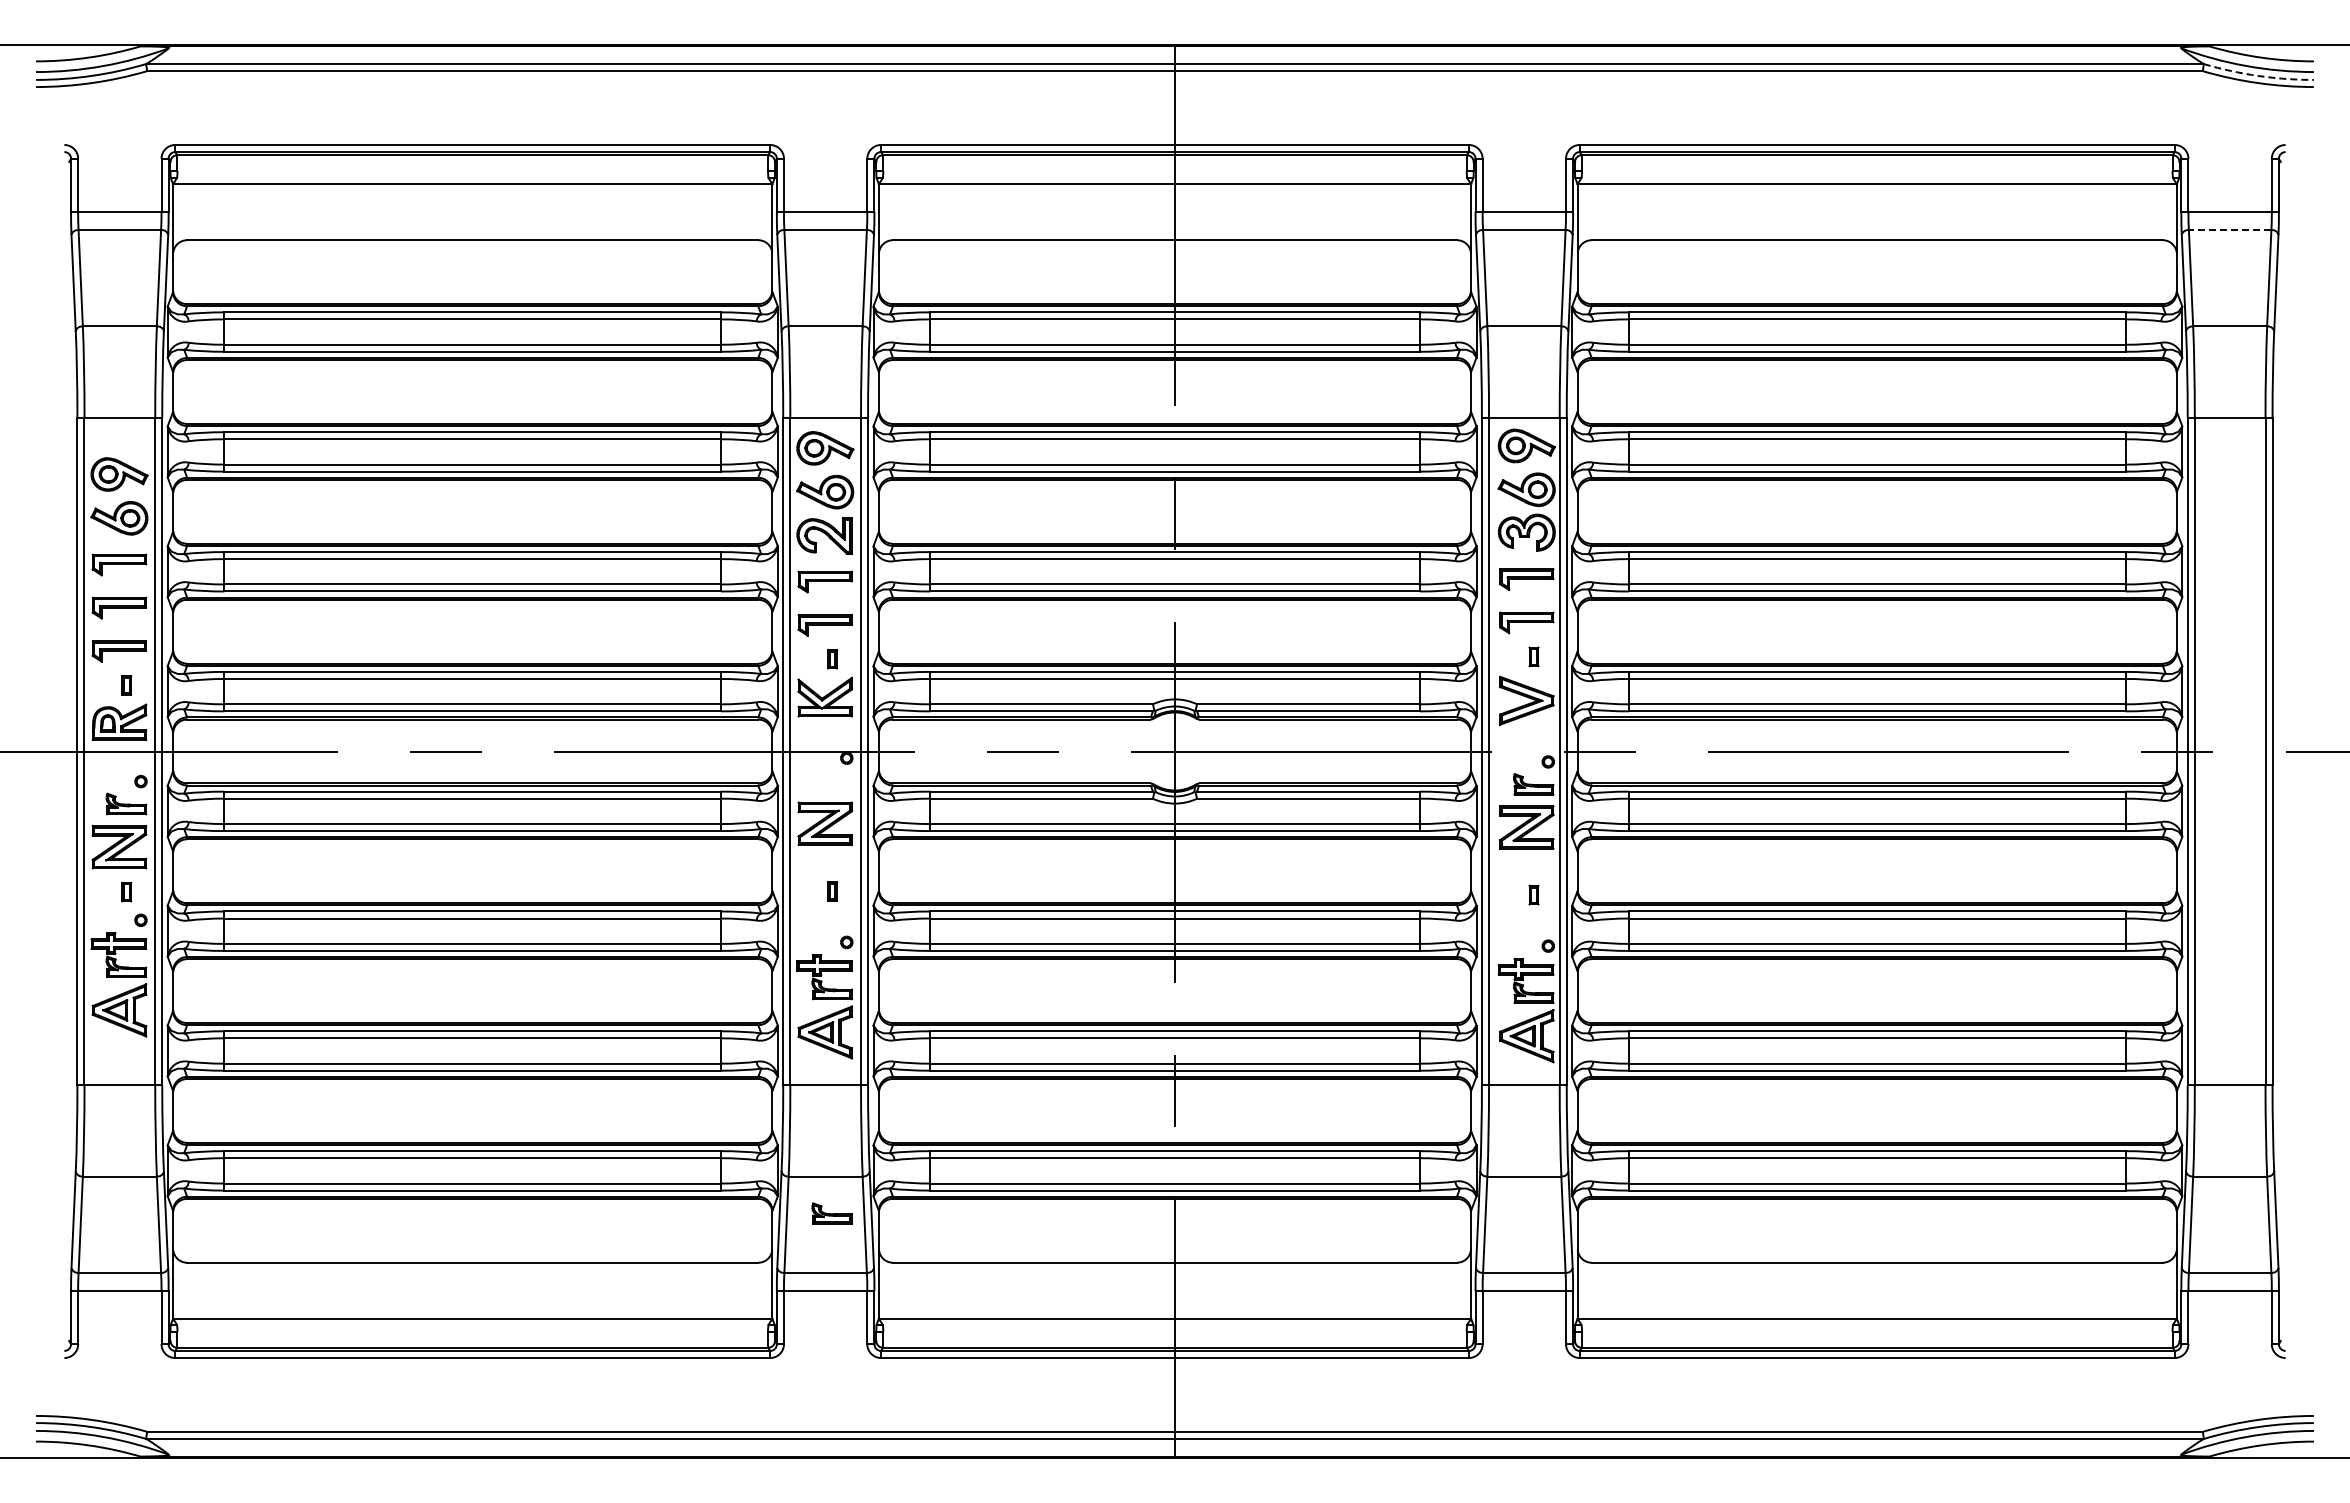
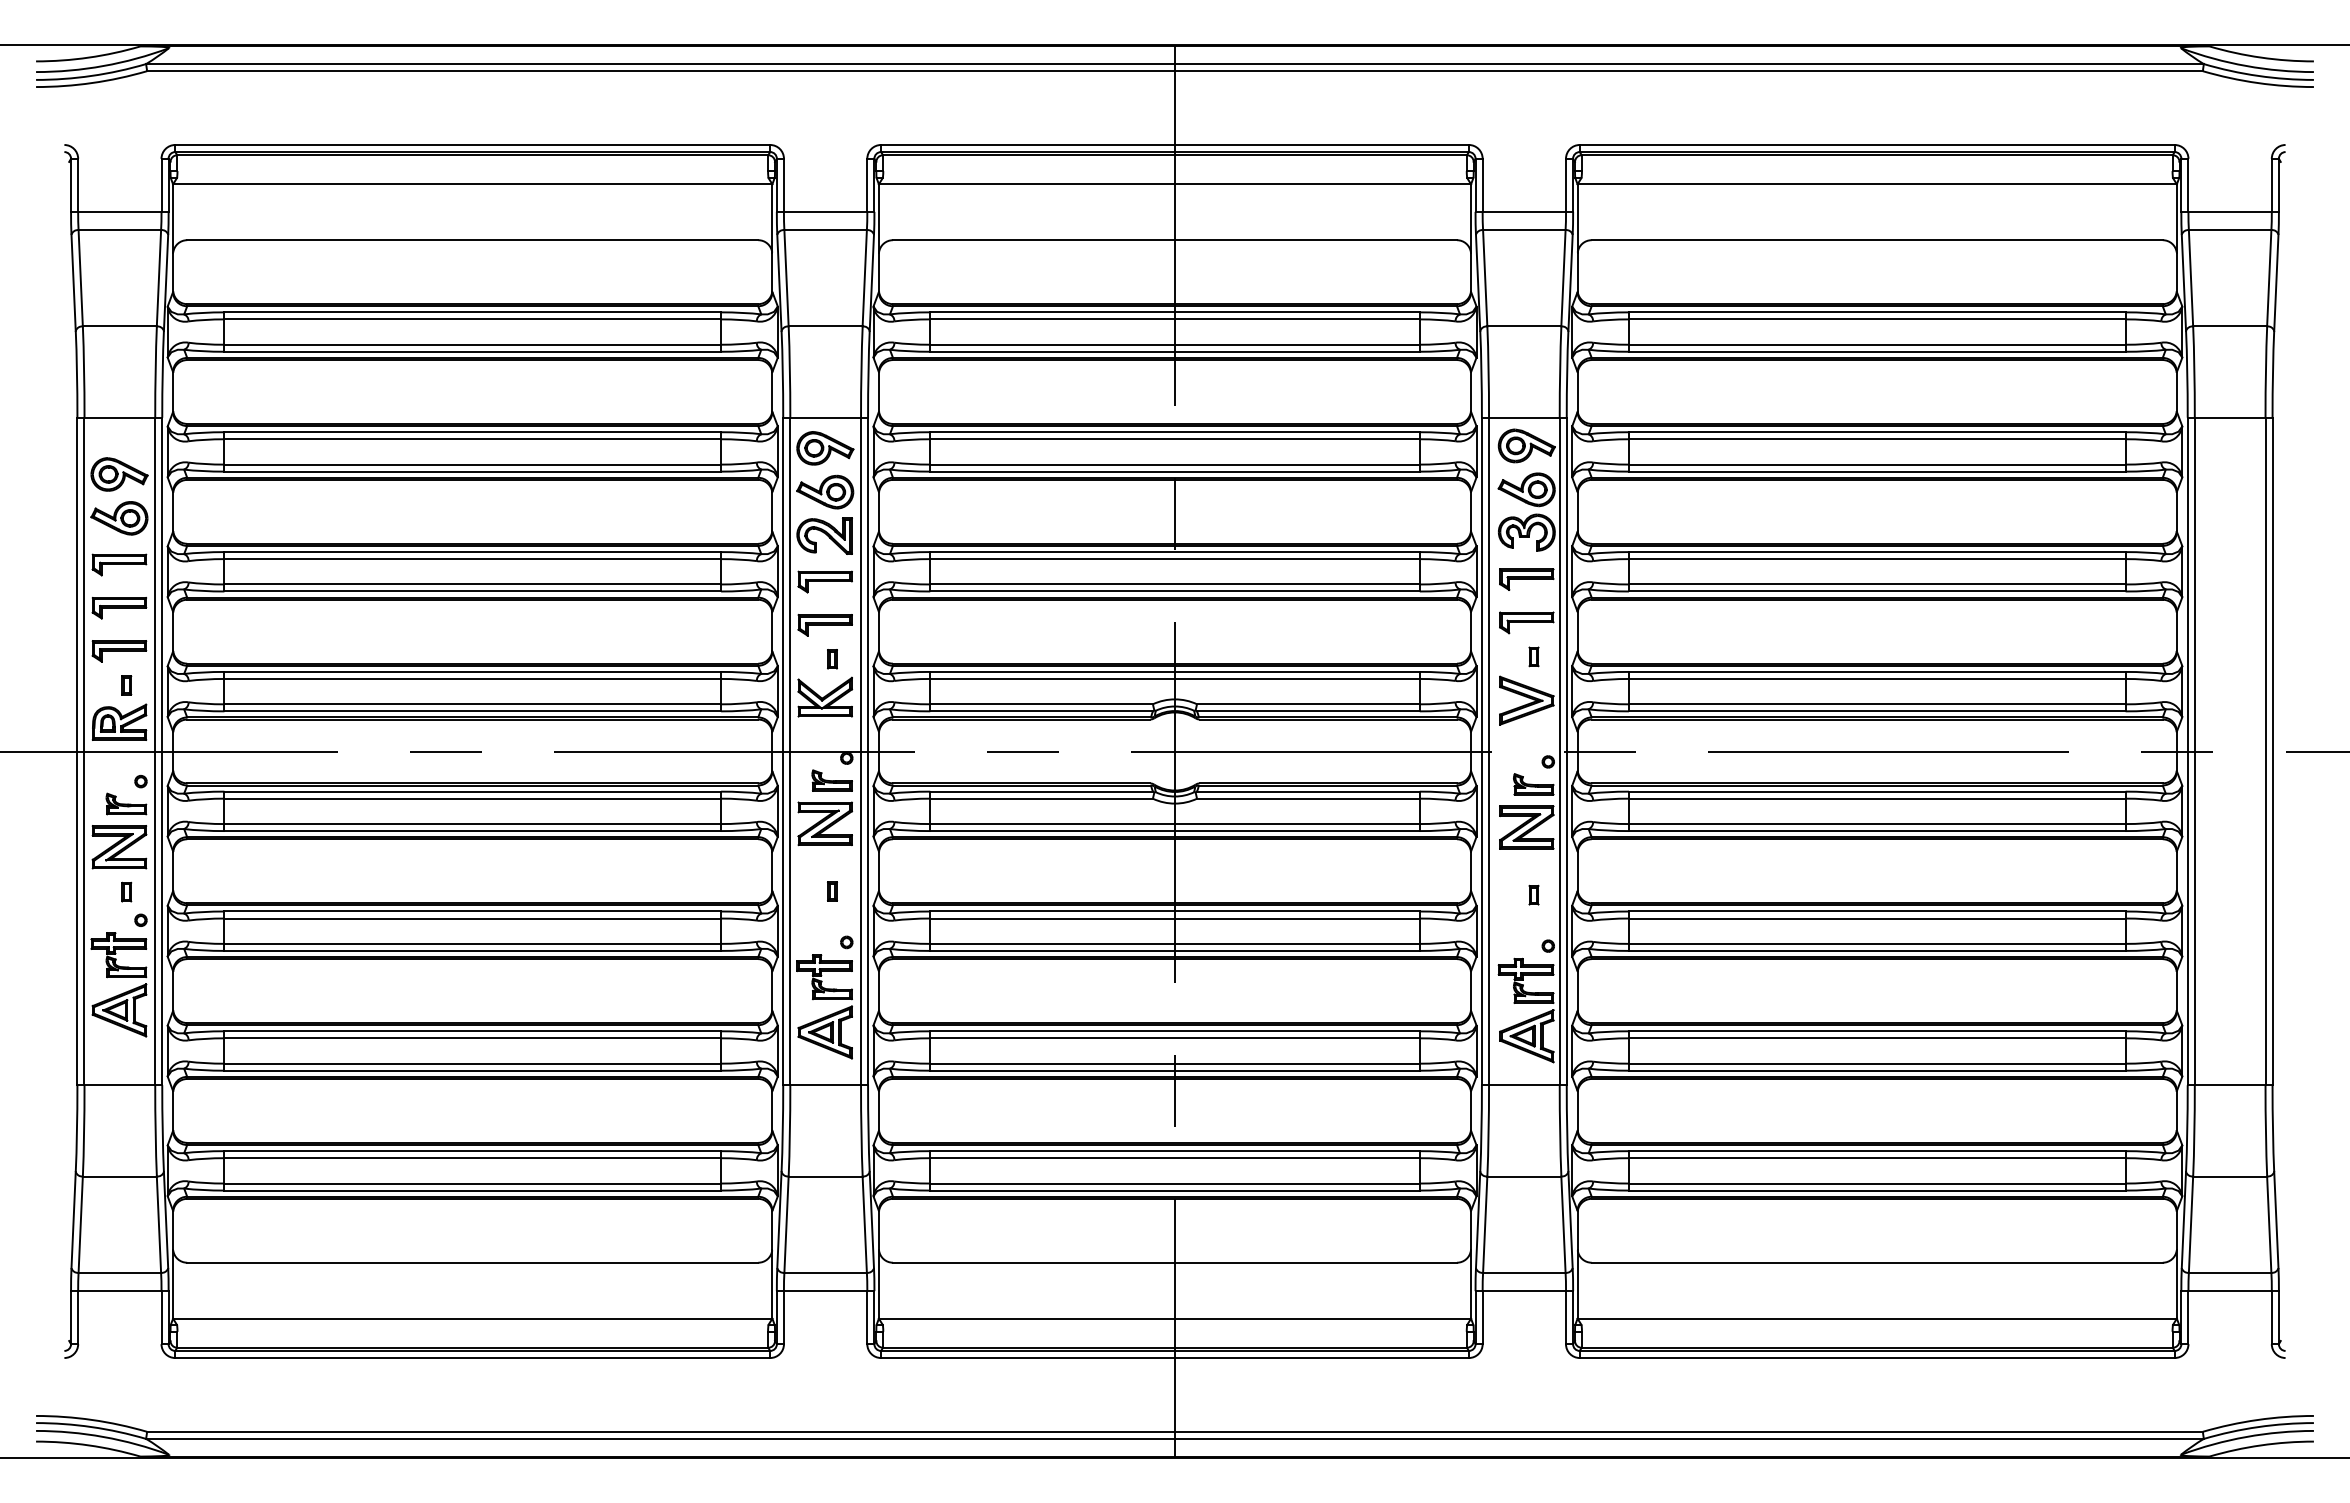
arc at (2258, 75): dashed -> solid
line at (2229, 230): dashed -> solid
part at (831, 1213) position: (831, 1213) -> (831, 780)
